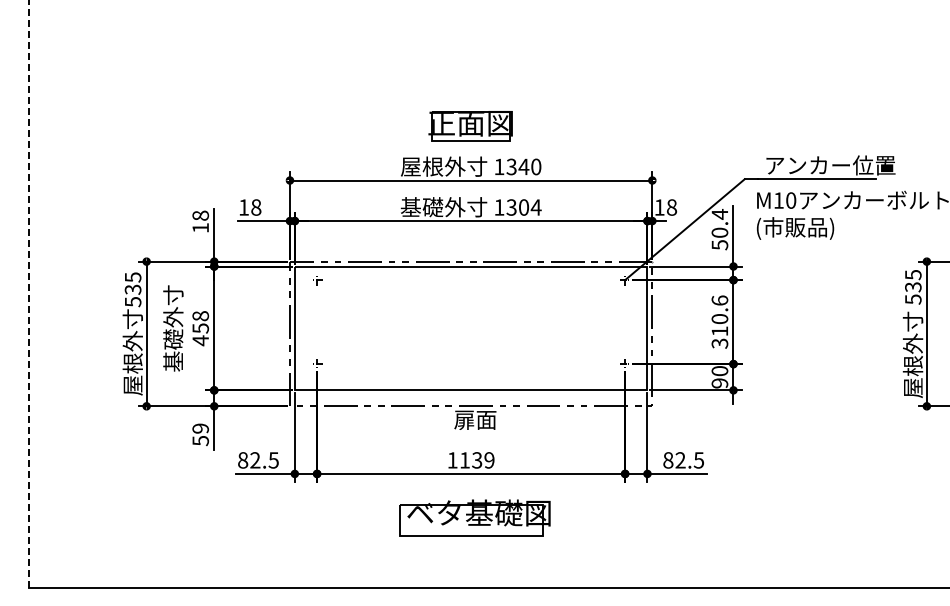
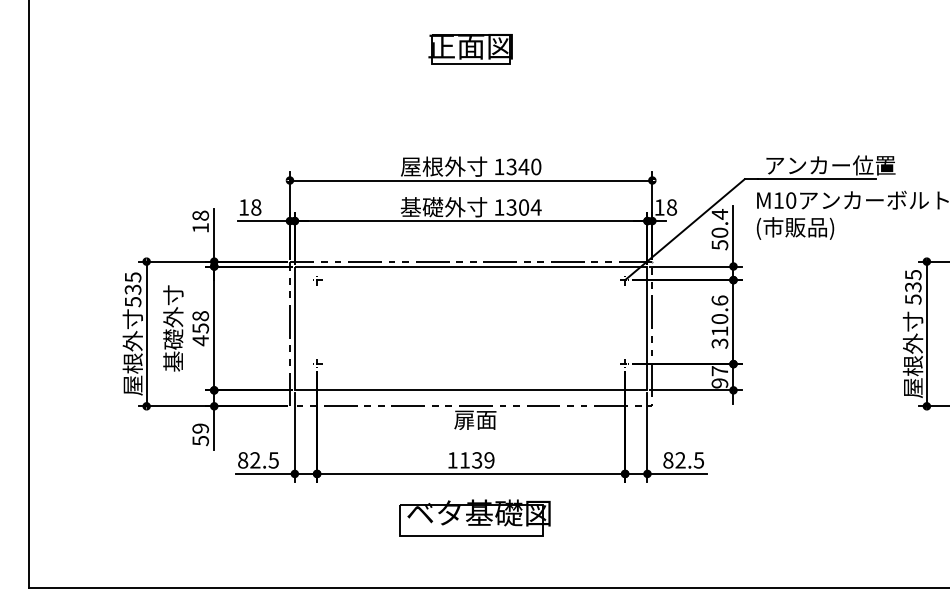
part at (470, 126) position: (470, 126) -> (470, 49)
line at (28, 294): dashed -> solid
text at (719, 371): 90 -> 97
